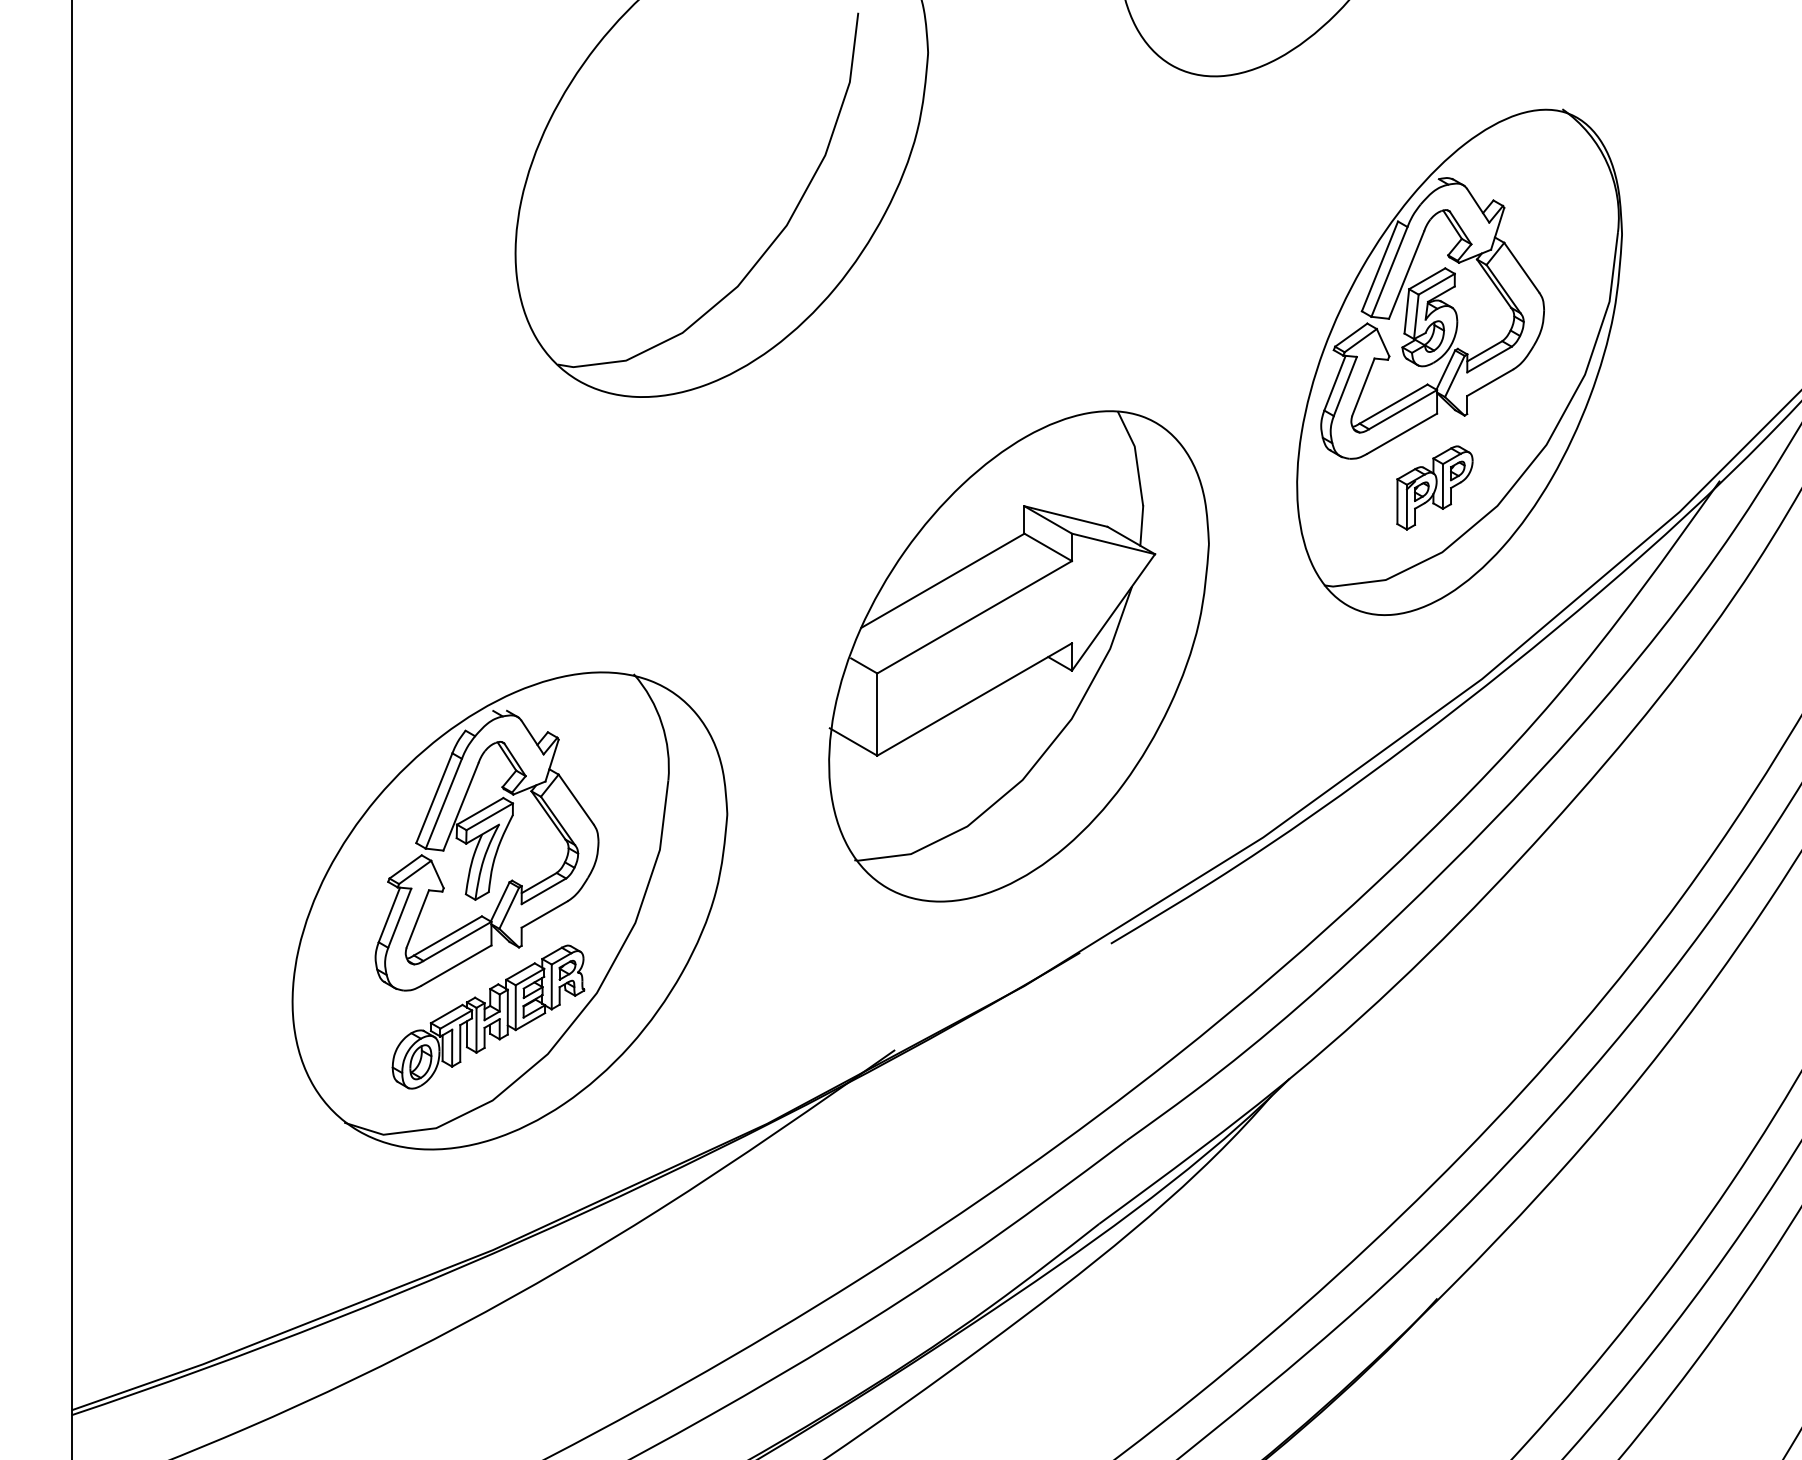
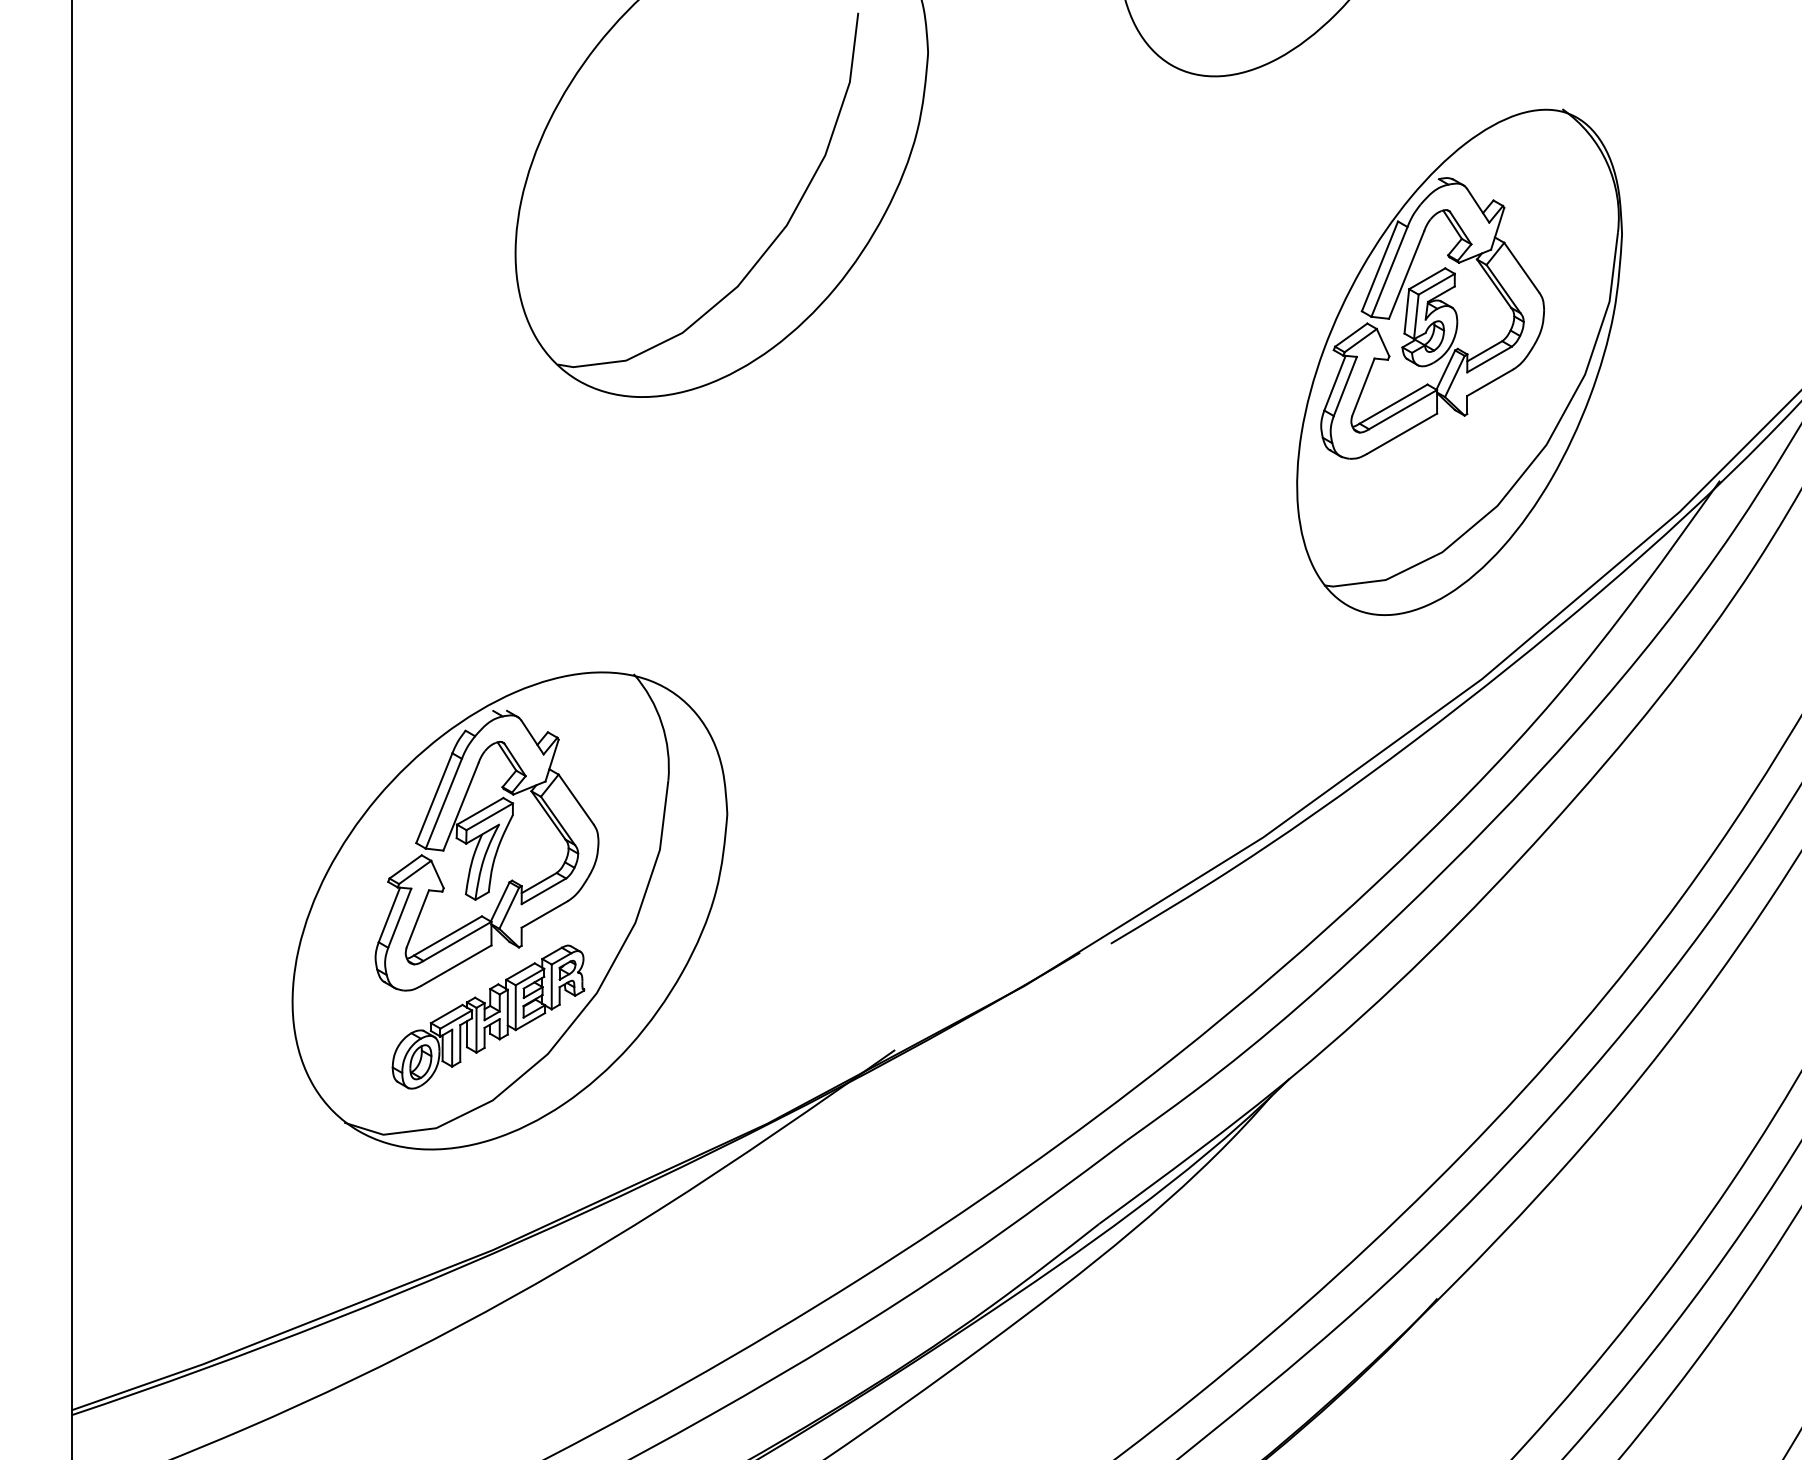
part at (1434, 487): present -> none
part at (1018, 656): present -> none
